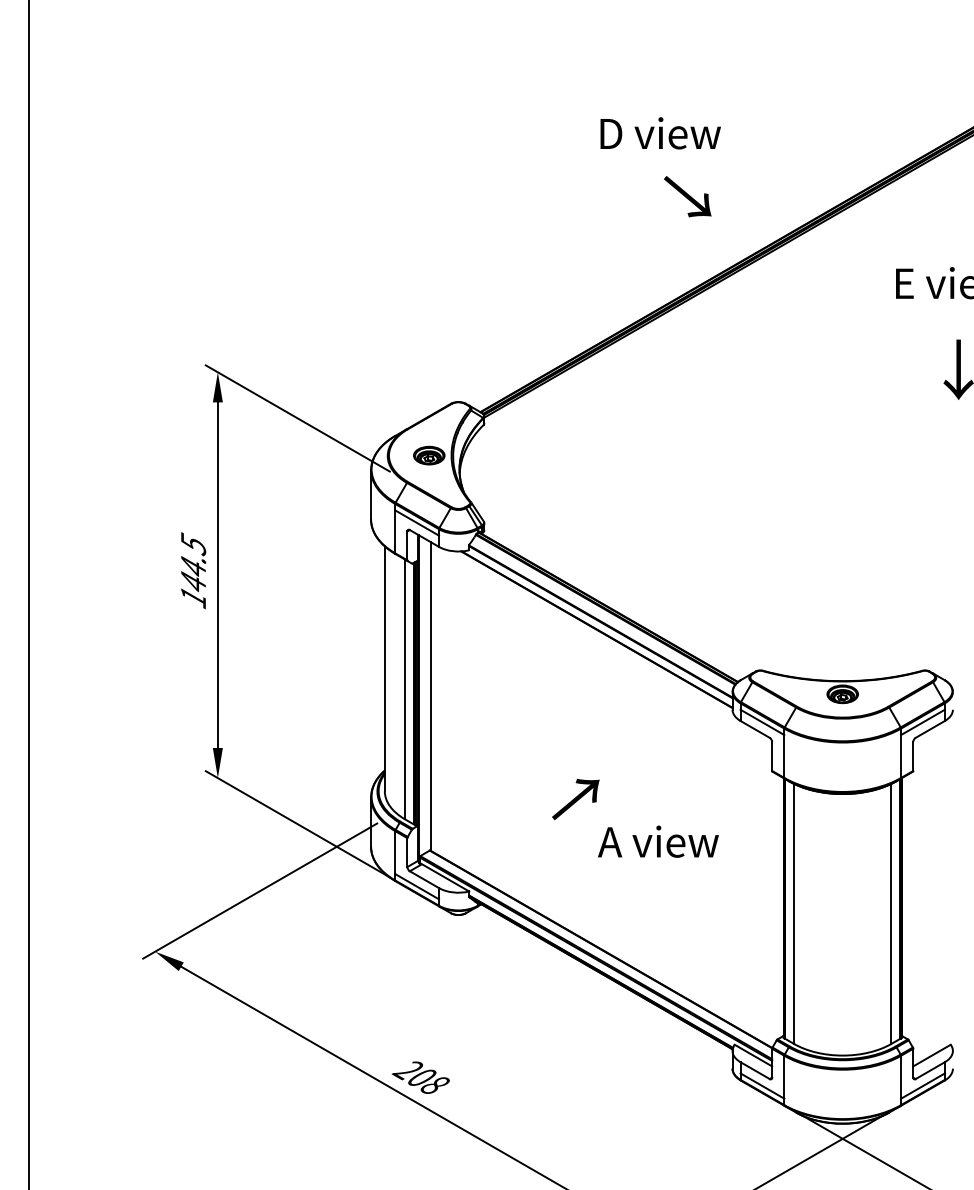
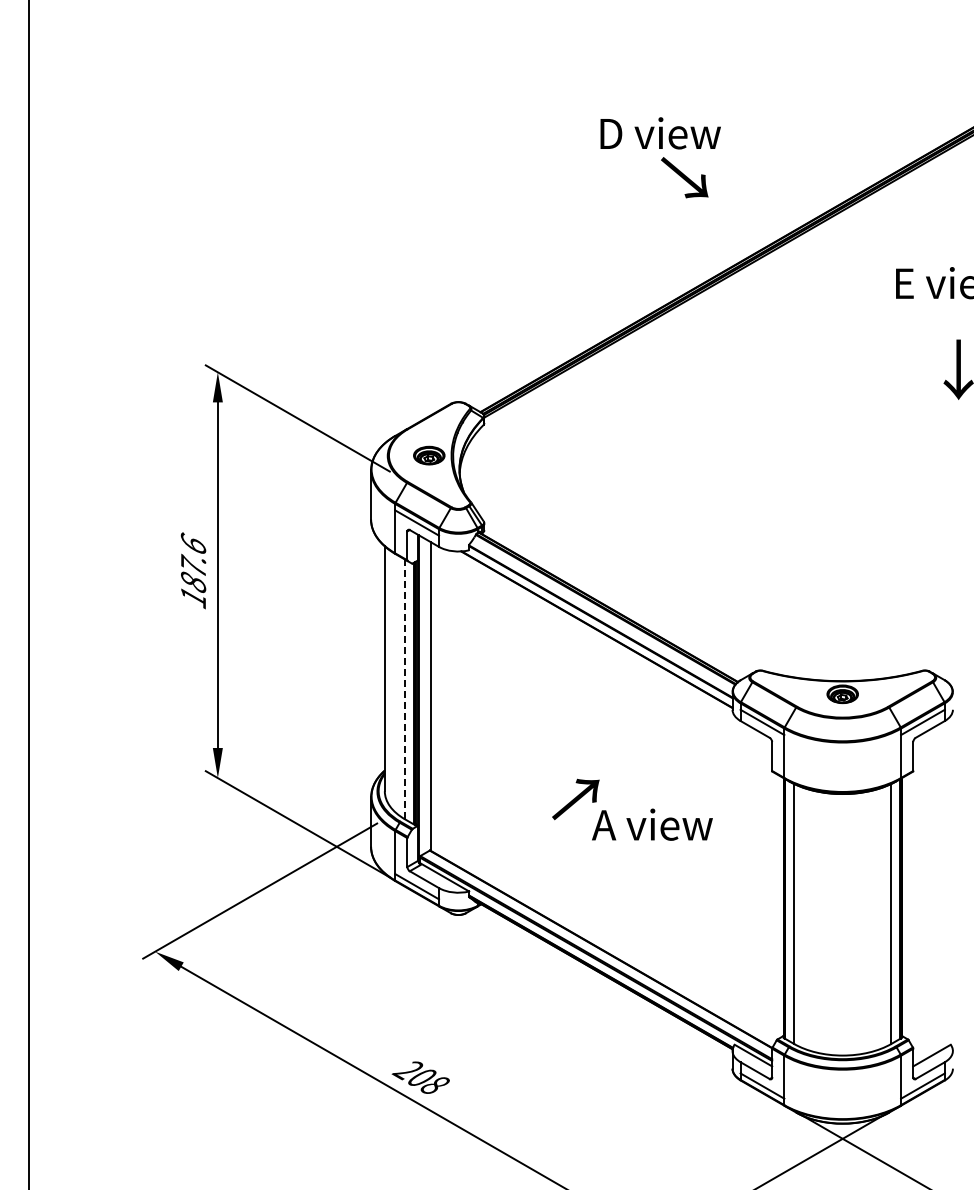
text at (687, 196) position: (687, 196) -> (684, 177)
text at (193, 562): 144.5 -> 187.6
line at (404, 689): solid -> dashed
text at (658, 841) position: (658, 841) -> (652, 824)
